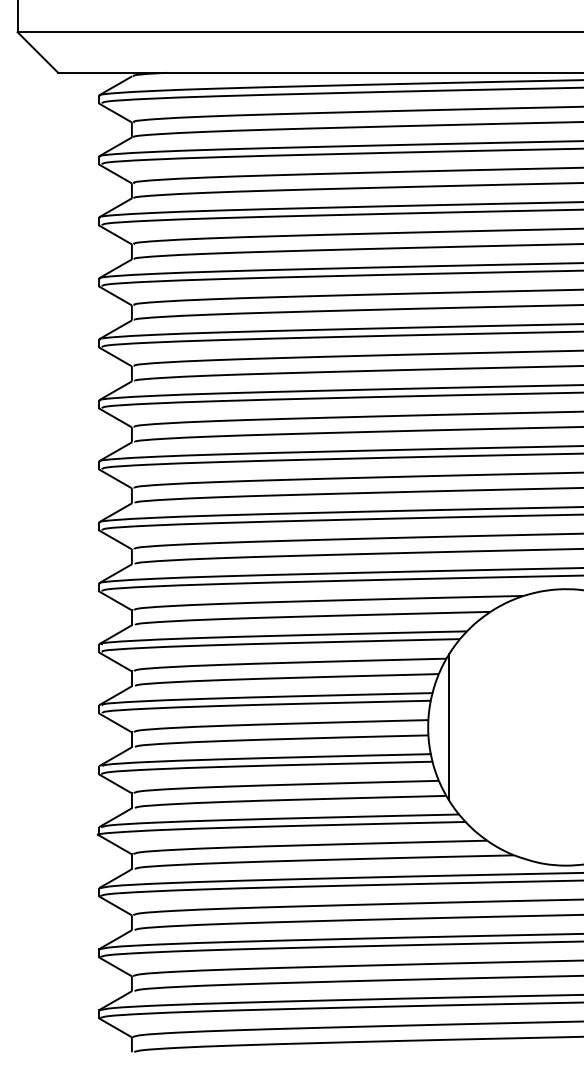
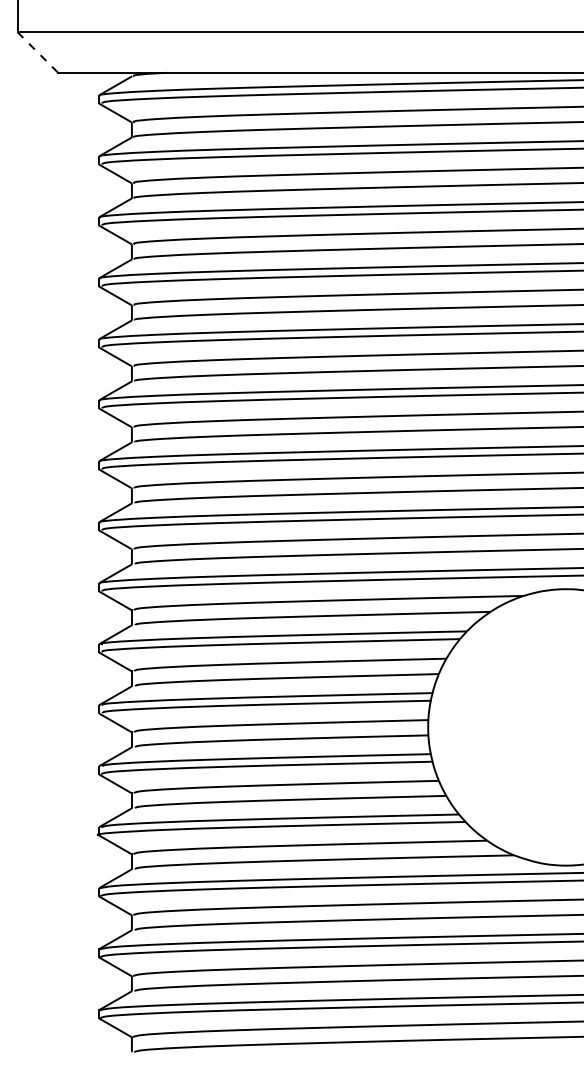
line at (37, 52): solid -> dashed
line at (449, 727): present -> none
